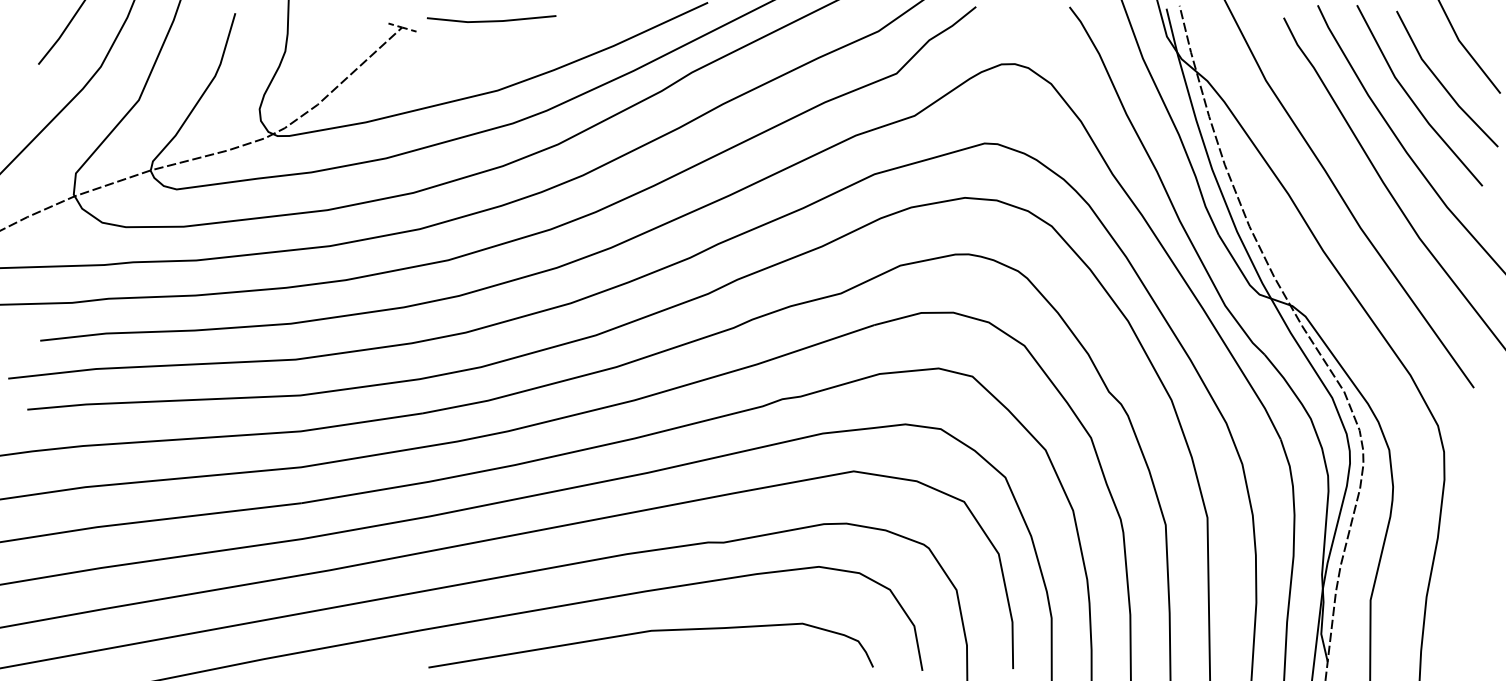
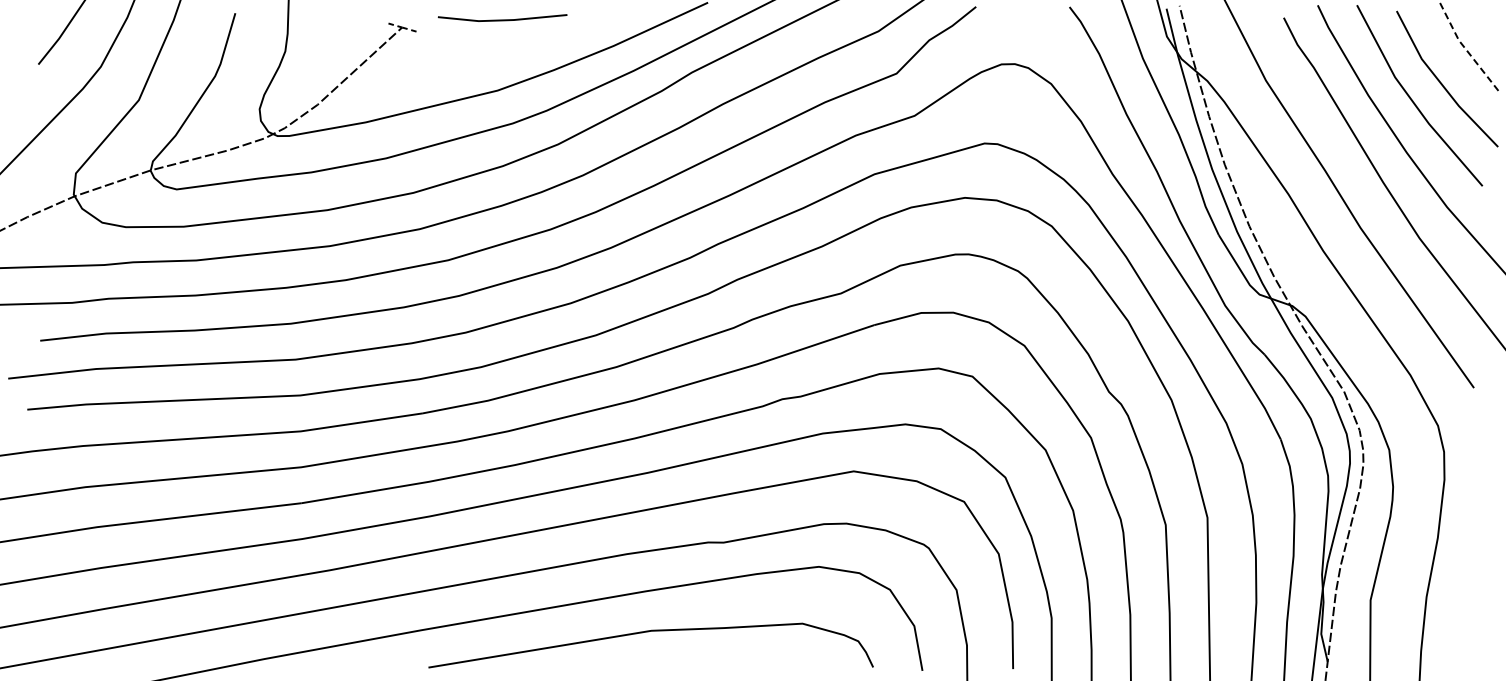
line at (491, 20) position: (491, 20) -> (502, 19)
line at (1465, 49): solid -> dashed
